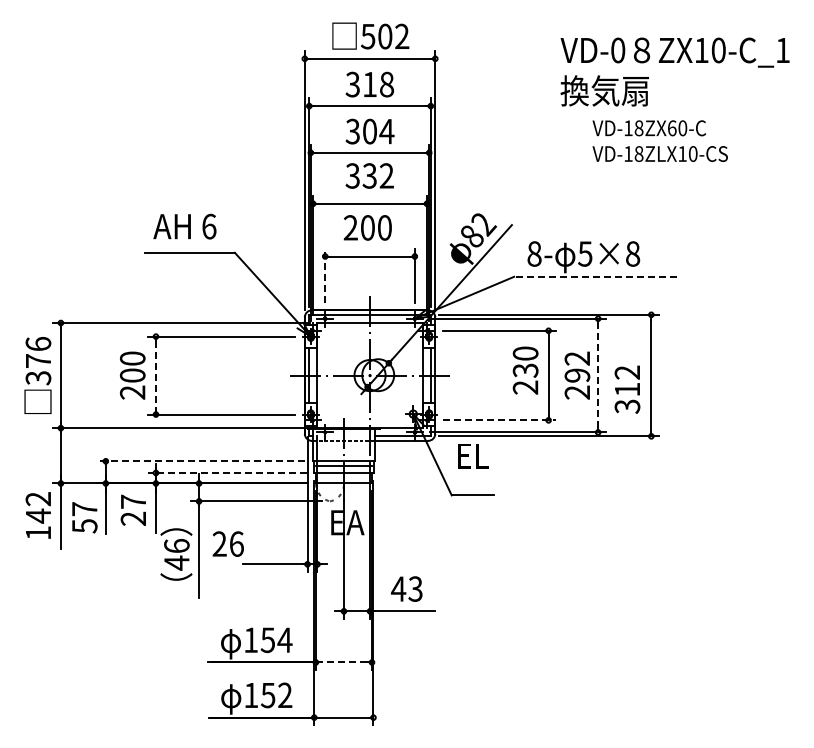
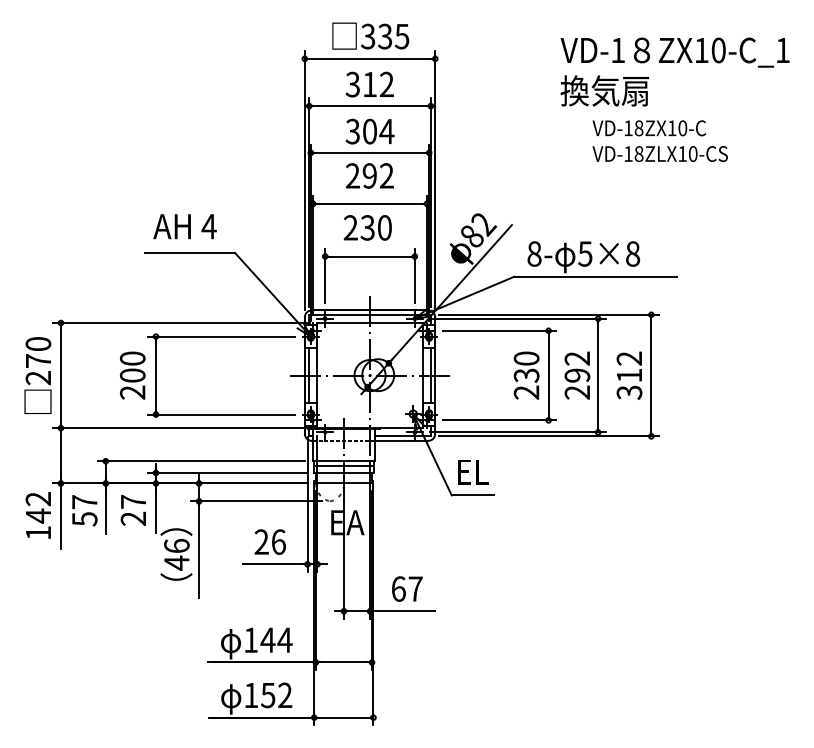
text at (385, 36): 502 -> 335
text at (618, 50): VD-0 -> VD-1
text at (387, 84): 318 -> 312
text at (672, 128): VD-18ZX60-C -> VD-18ZX10-C
text at (360, 175): 332 -> 292
text at (208, 226): 6 -> 4
text at (367, 227): 200 -> 230
line at (325, 275): dashed -> solid
line at (595, 276): dashed -> solid
text at (38, 361): 376 -> 270
text at (525, 370) position: (525, 370) -> (526, 375)
line at (598, 375): dashed -> solid
line at (155, 376): dashed -> solid
text at (627, 389) position: (627, 389) -> (629, 375)
line at (499, 420): dashed -> solid
text at (473, 456) position: (473, 456) -> (473, 472)
line at (201, 461): dashed -> solid
line at (226, 472): dashed -> solid
text at (84, 517) position: (84, 517) -> (84, 510)
text at (227, 543) position: (227, 543) -> (269, 541)
text at (406, 588): 43 -> 67
text at (267, 640): 154 -> 144
line at (343, 662): dashed -> solid
